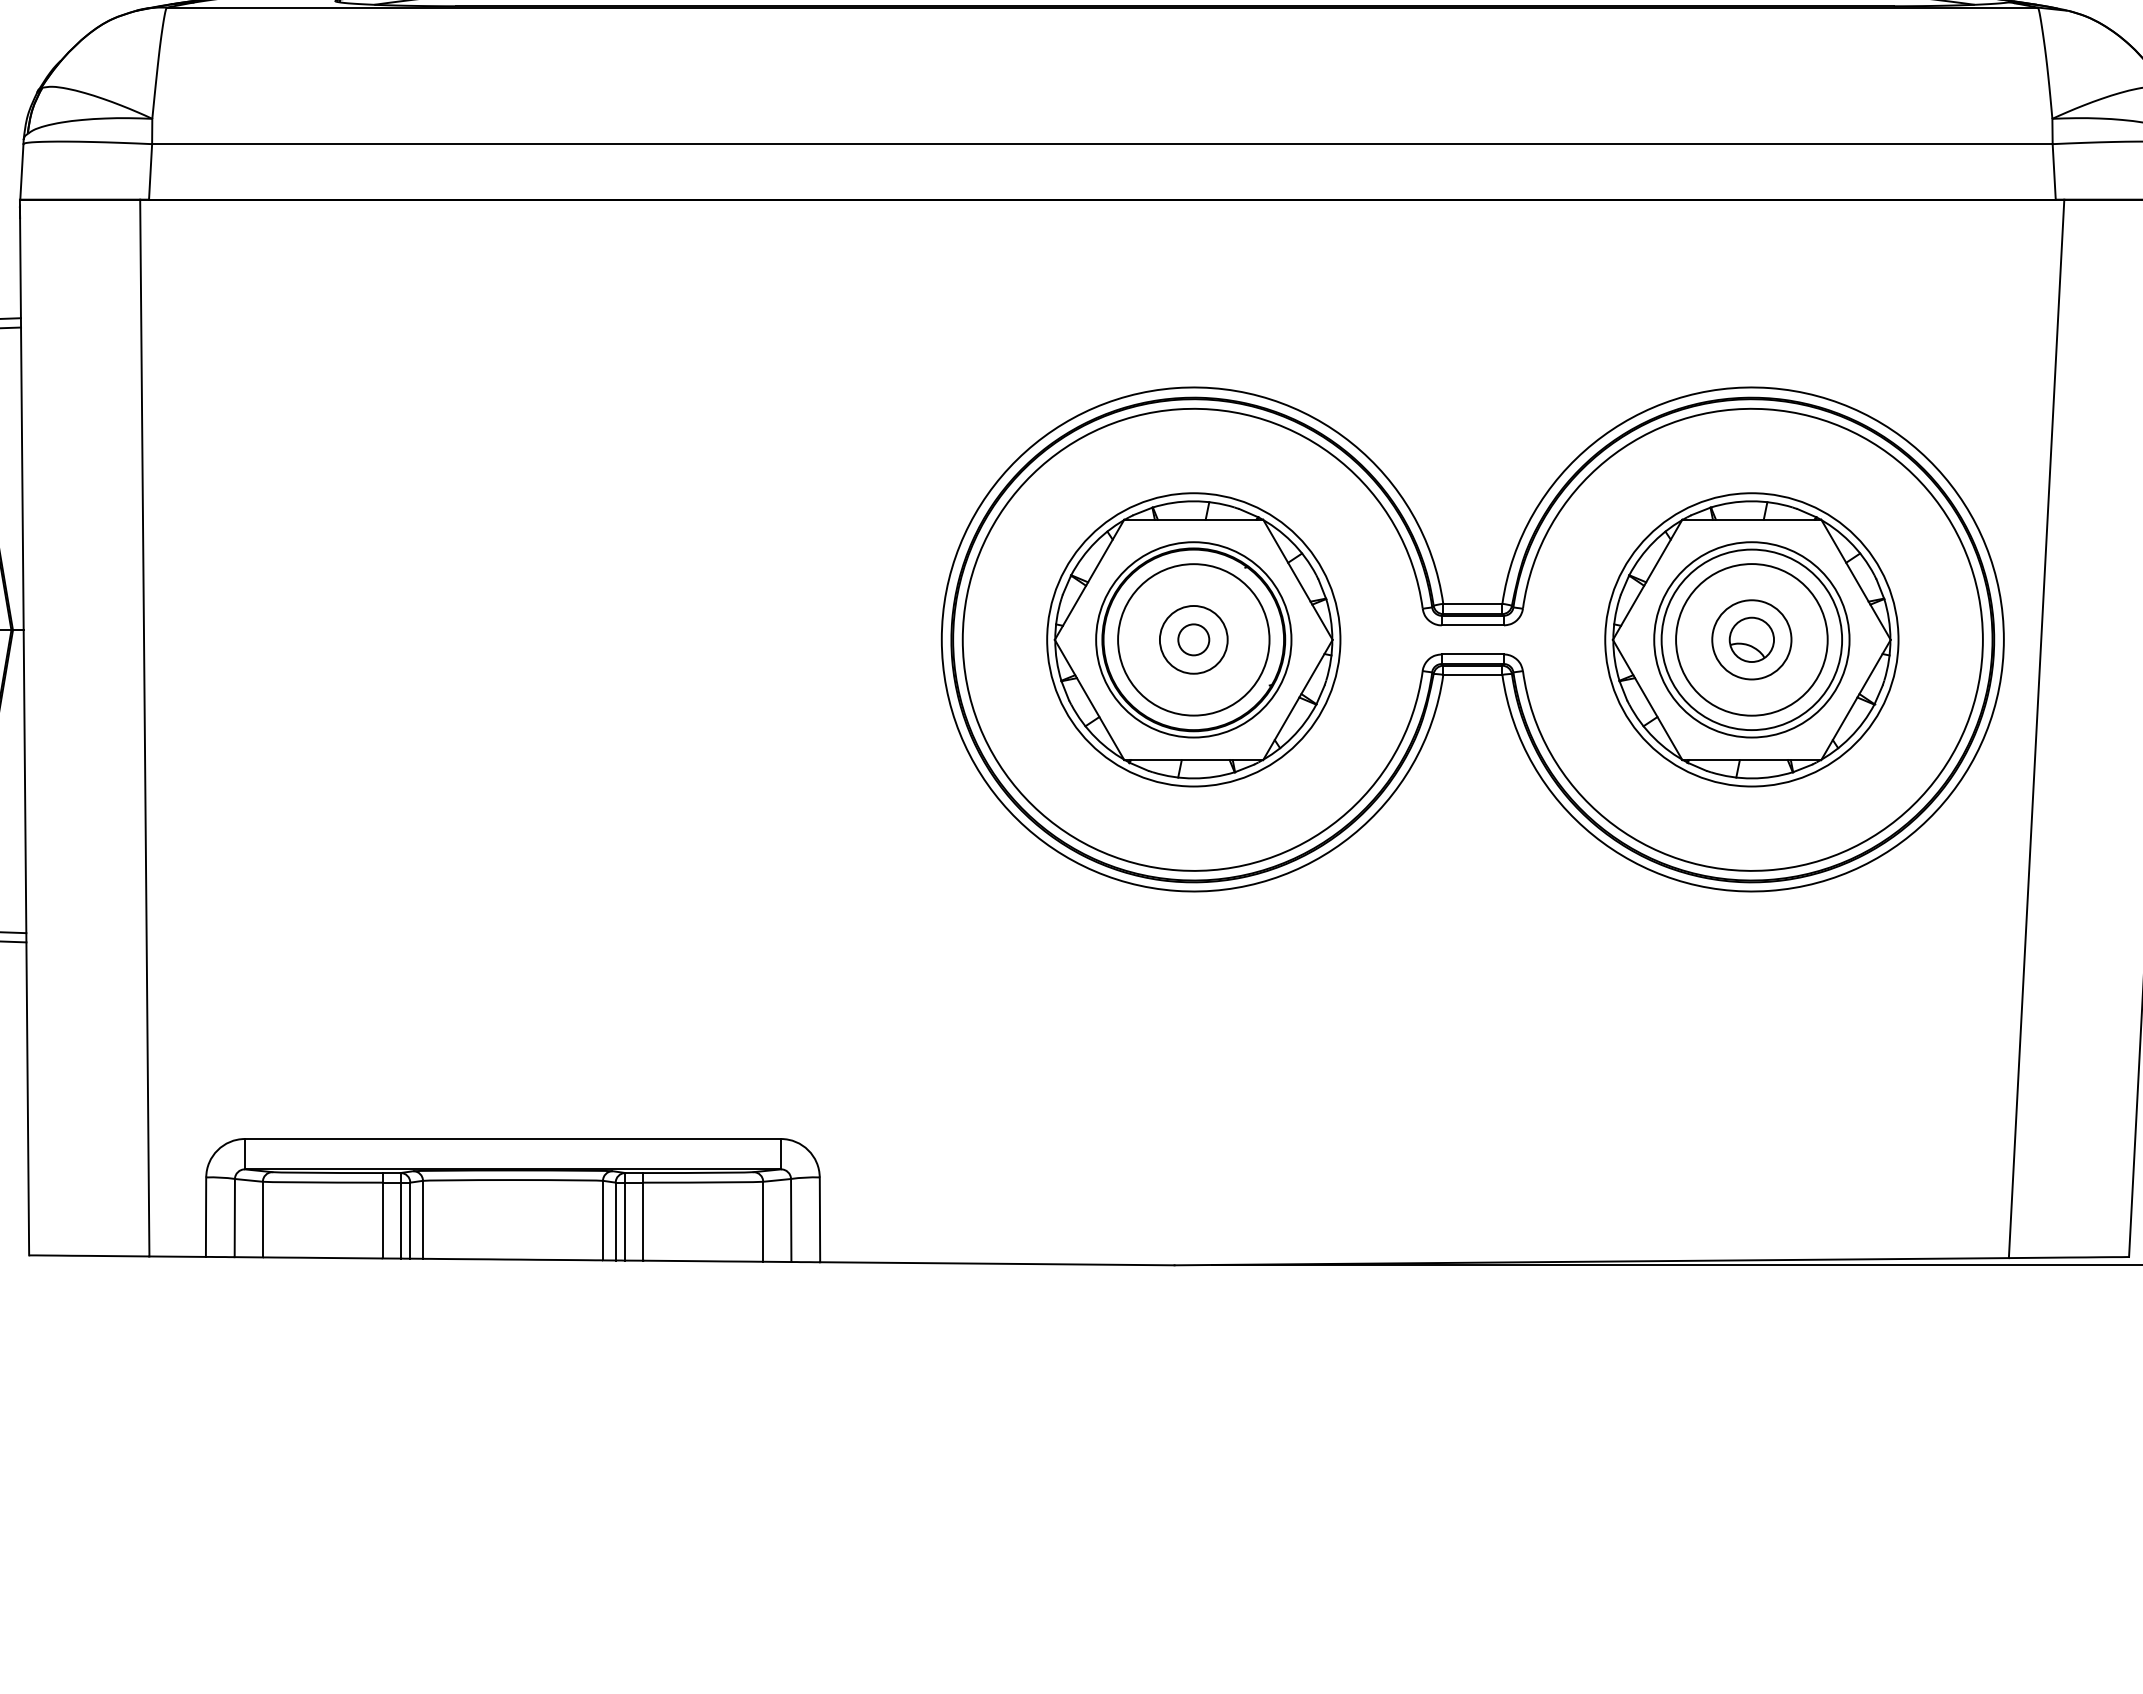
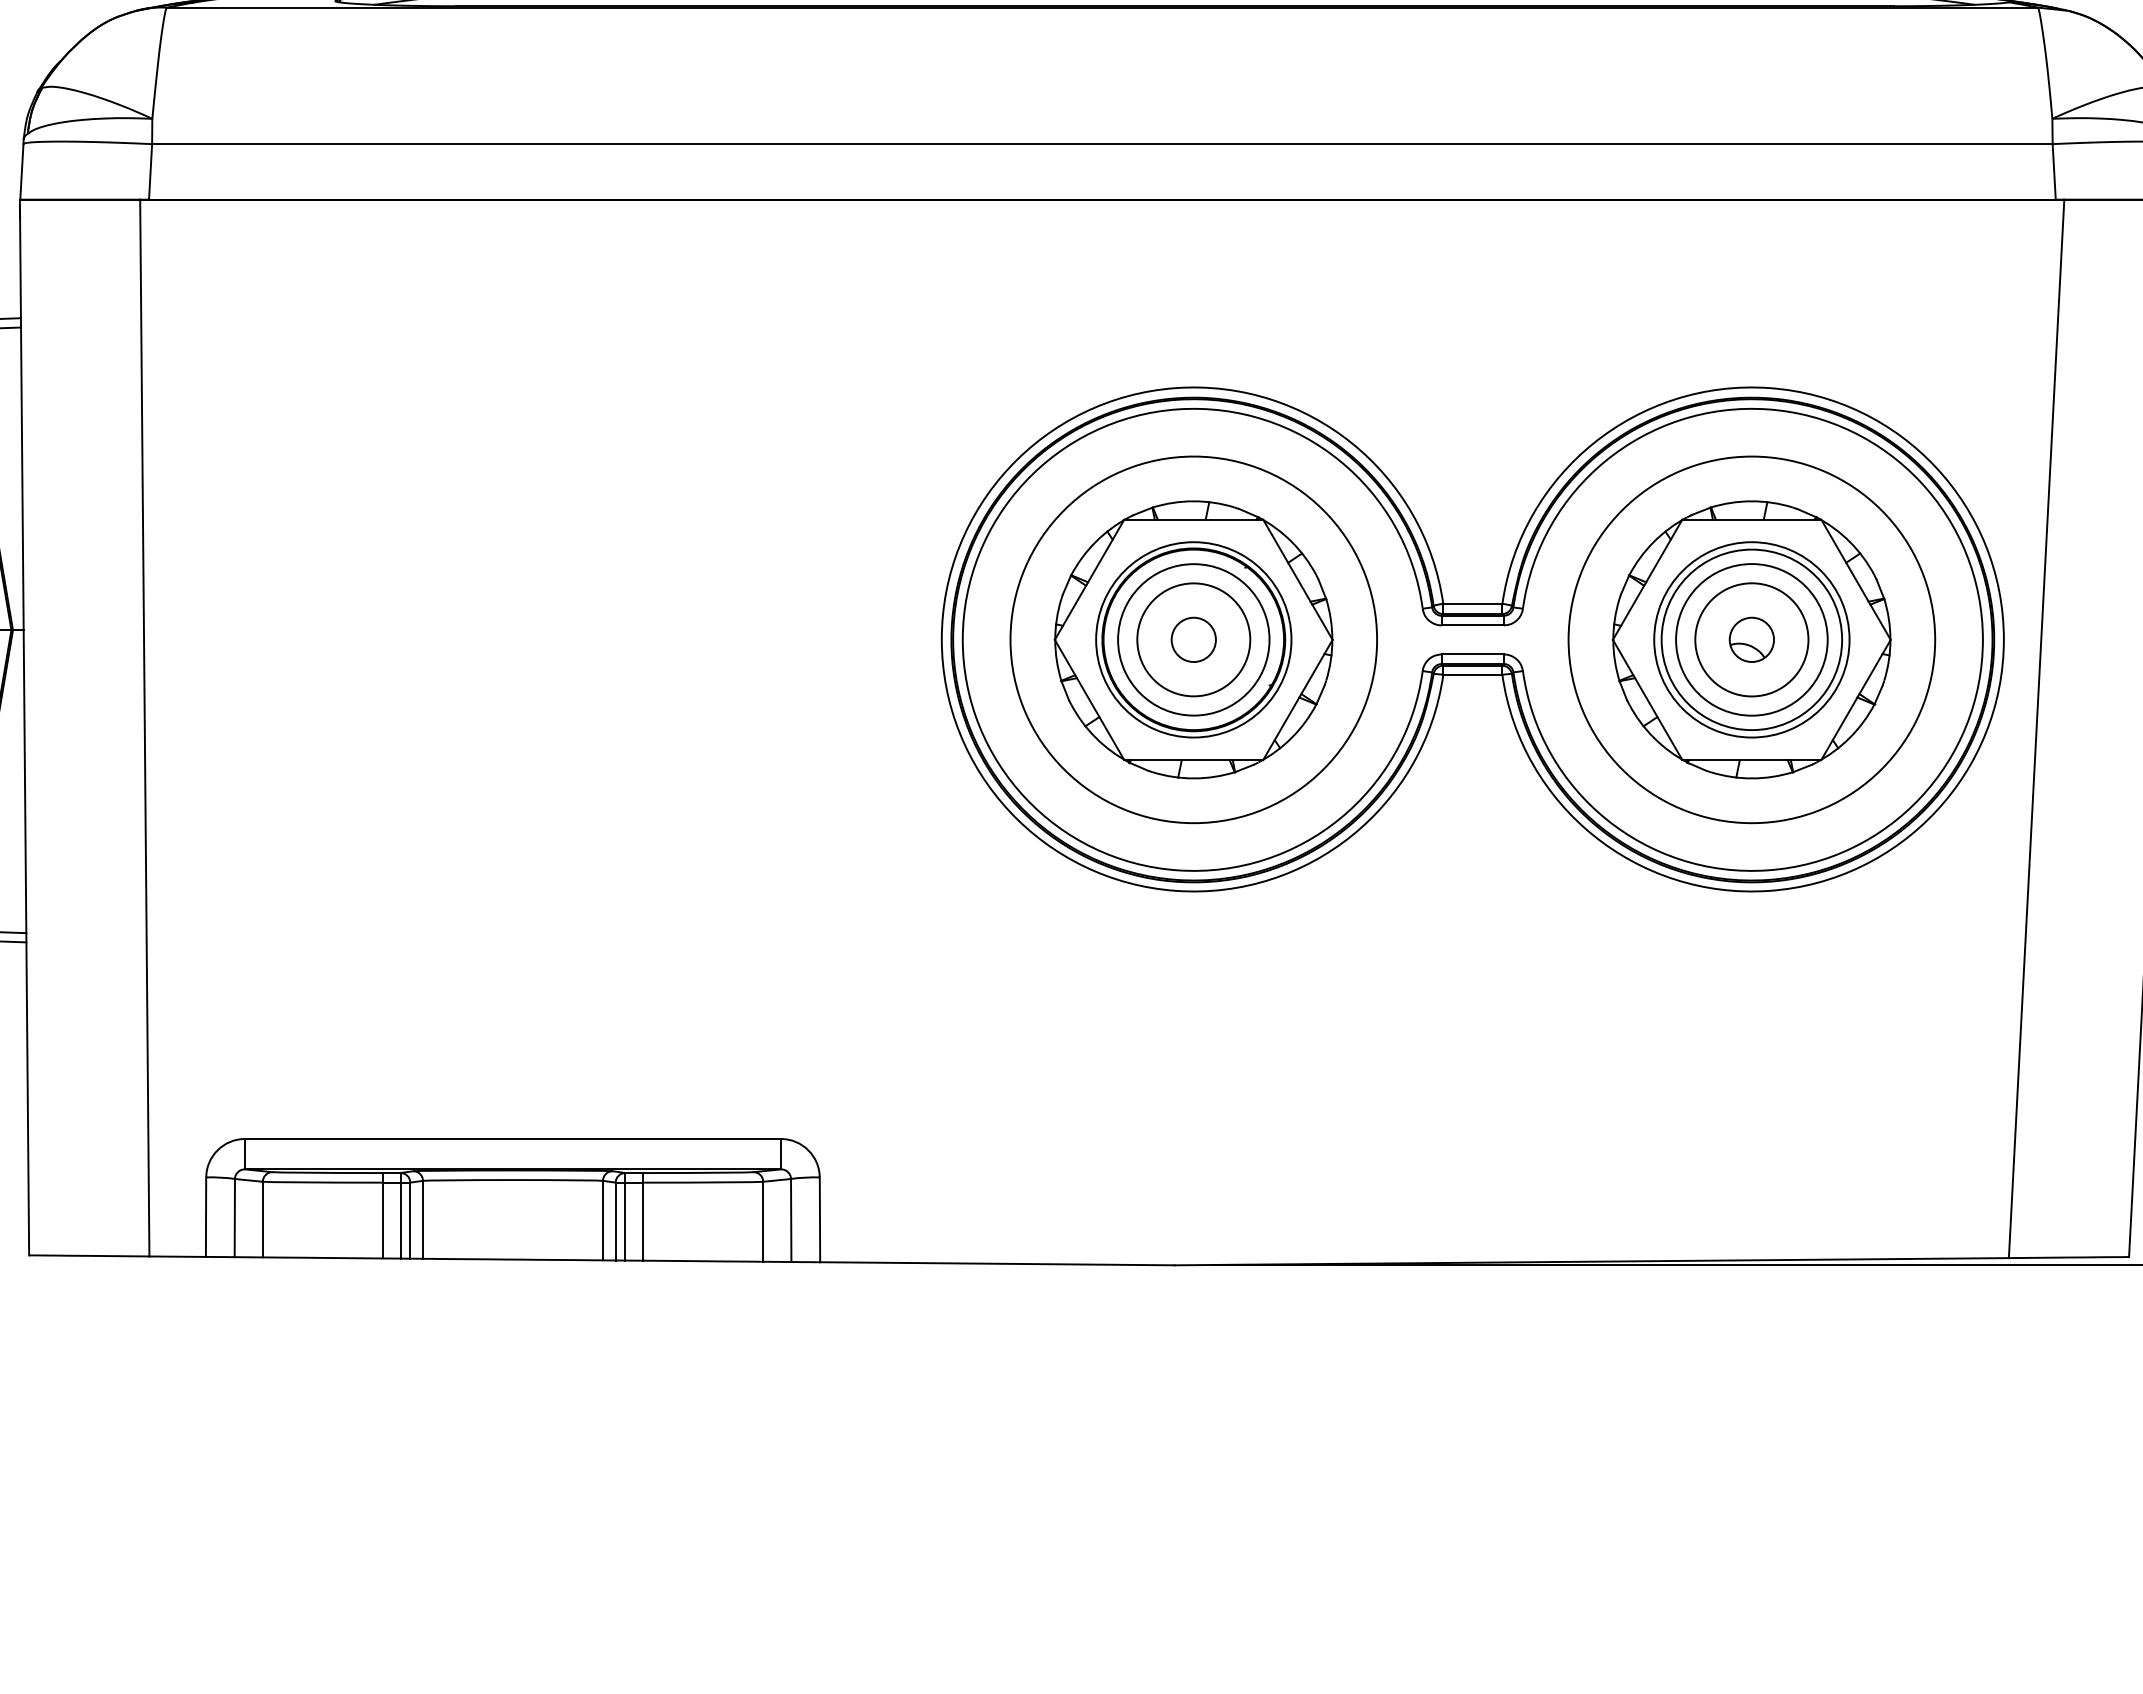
circle at (1193, 639) diameter: 293 px -> 367 px
circle at (1193, 639) diameter: 31 px -> 44 px
circle at (1193, 639) diameter: 68 px -> 113 px
circle at (1751, 639) diameter: 293 px -> 367 px
circle at (1751, 639) diameter: 79 px -> 113 px
